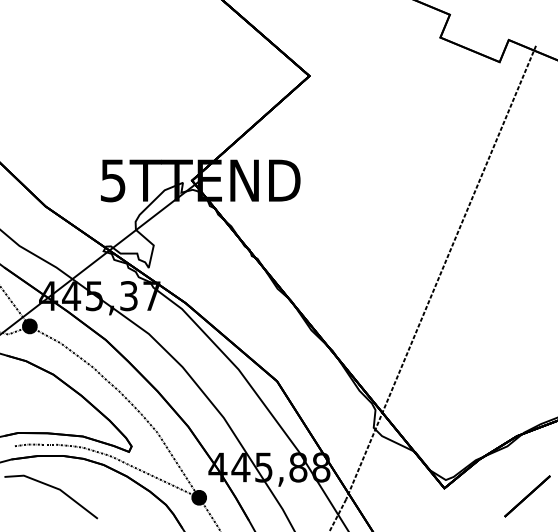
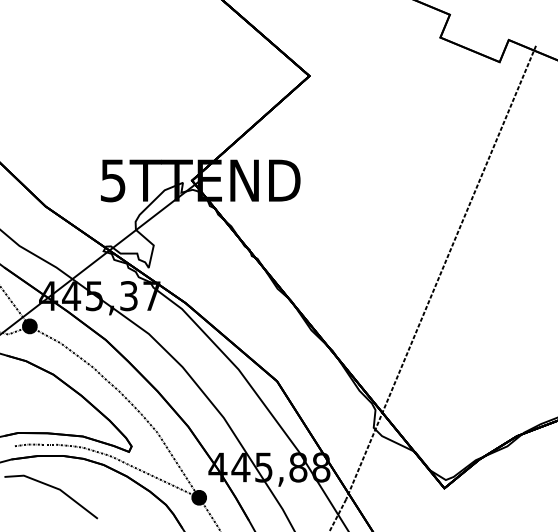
line at (527, 496): present -> none
